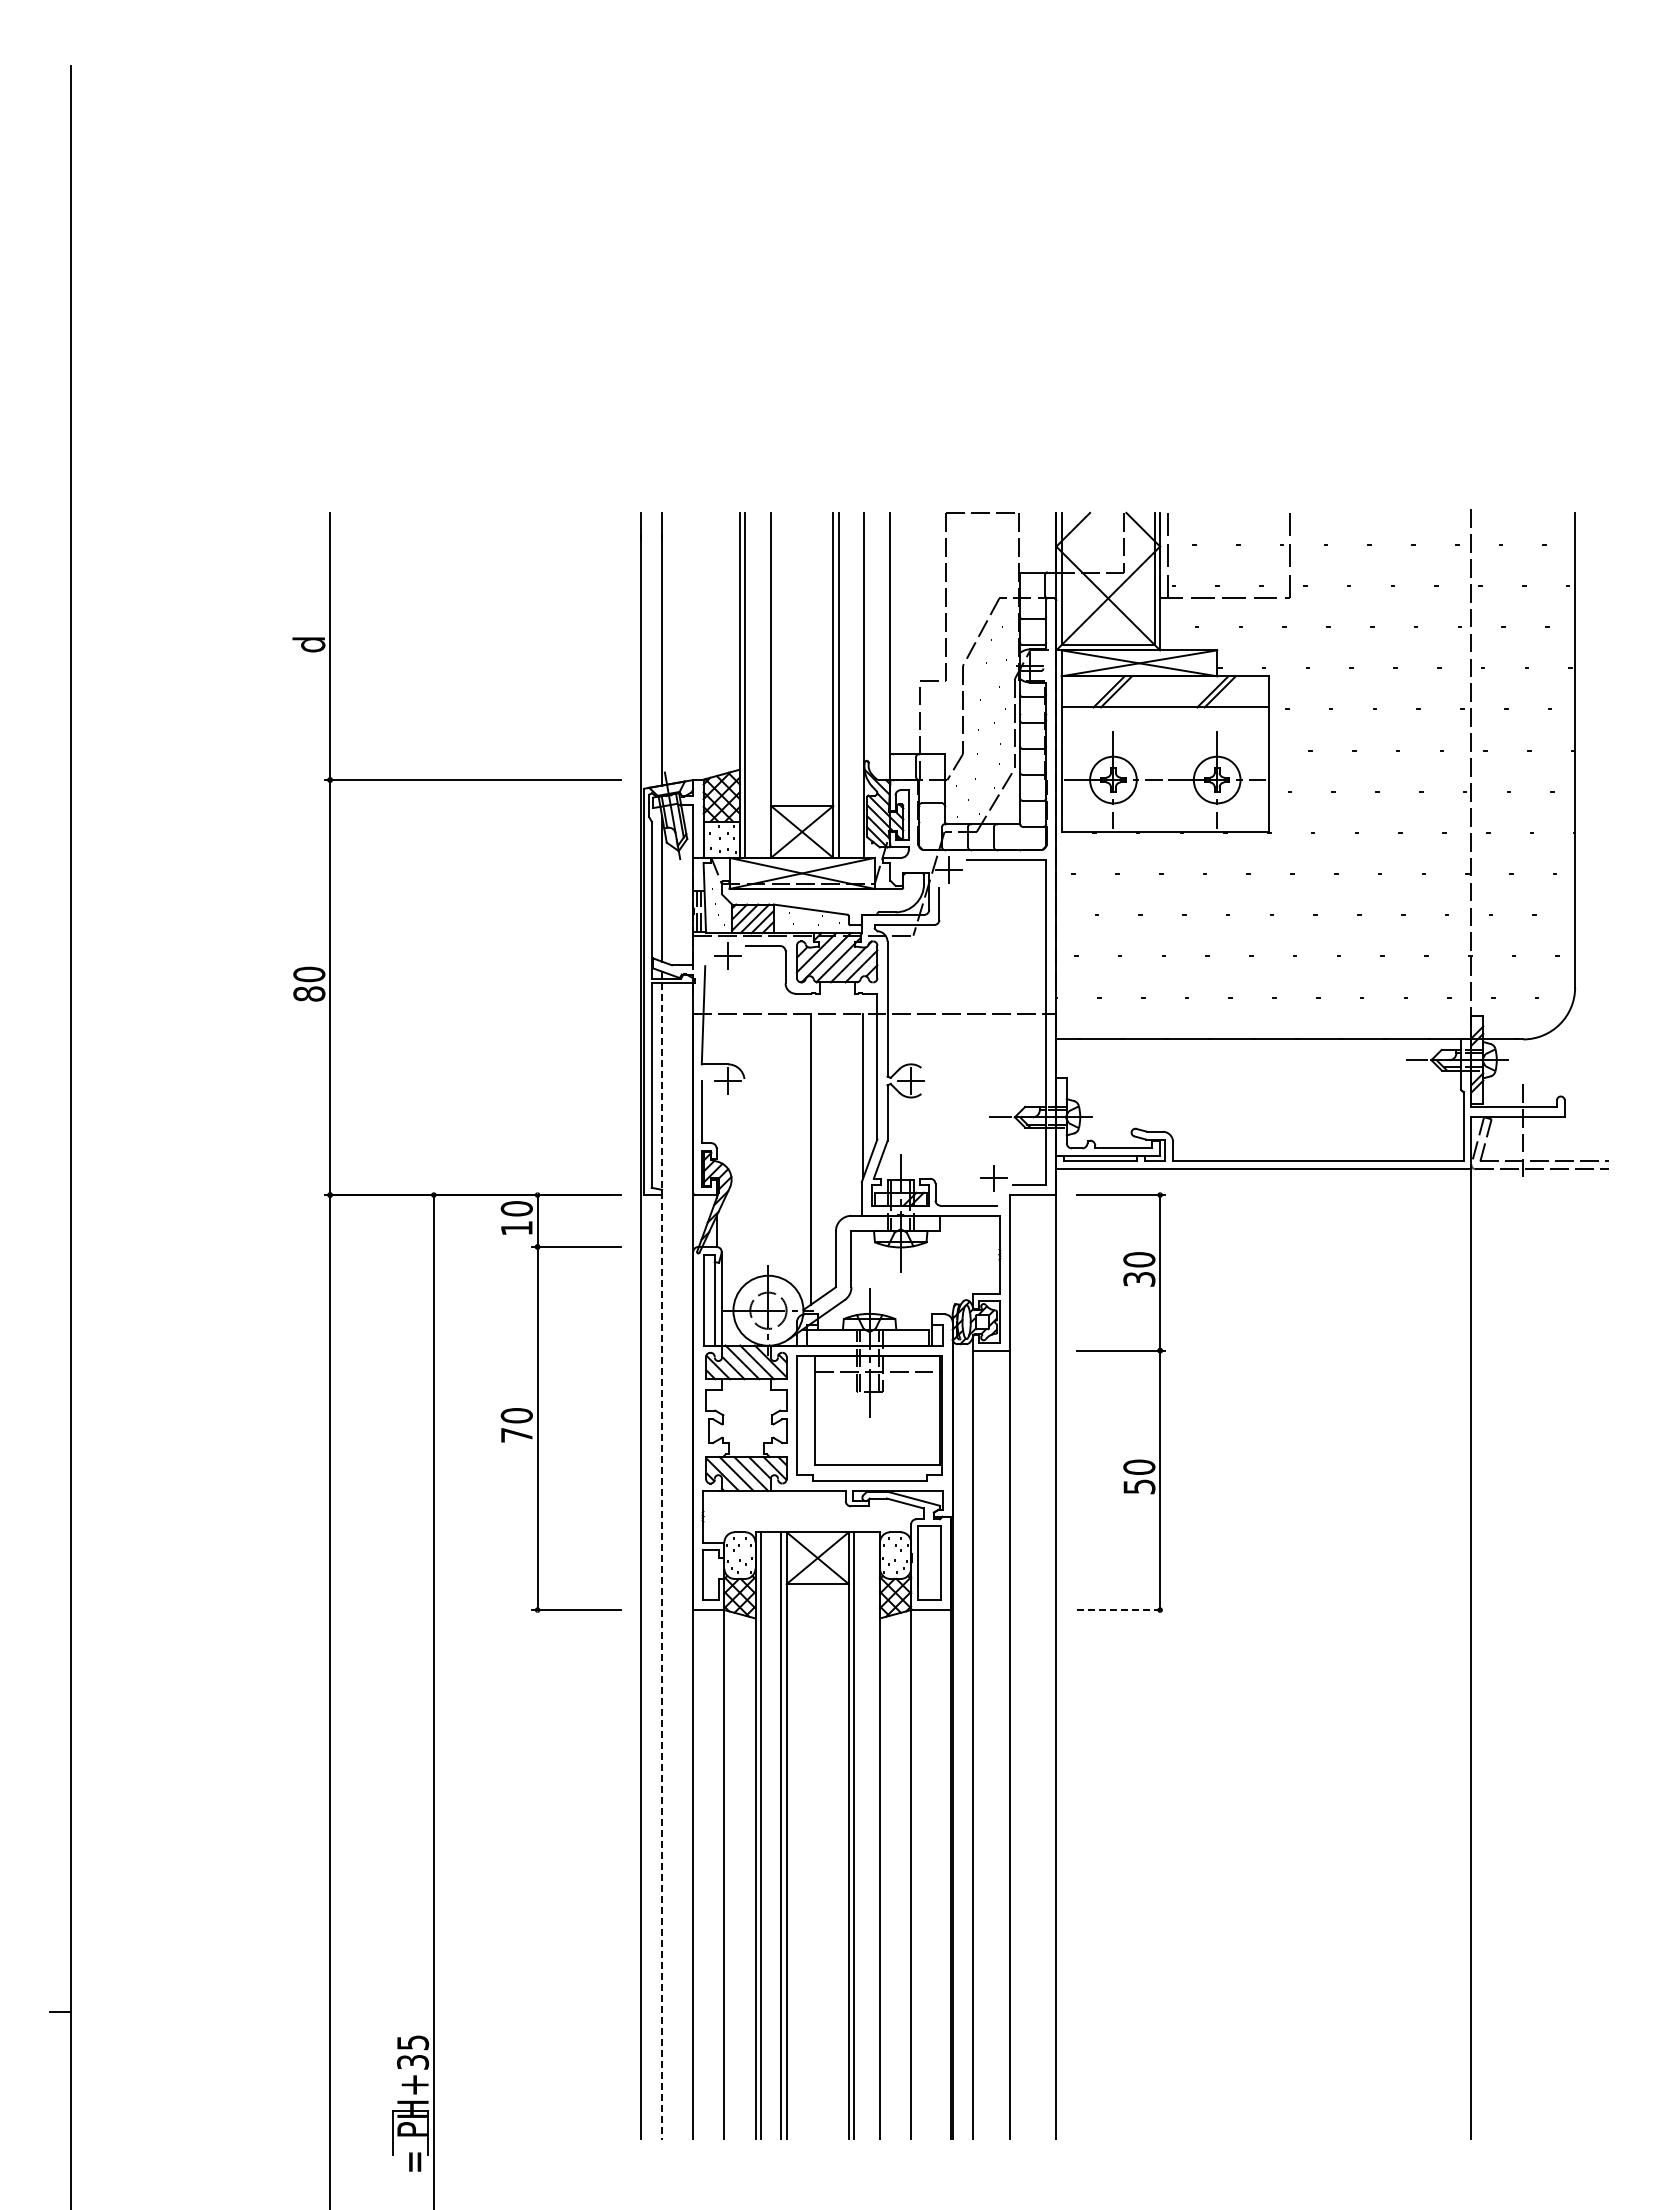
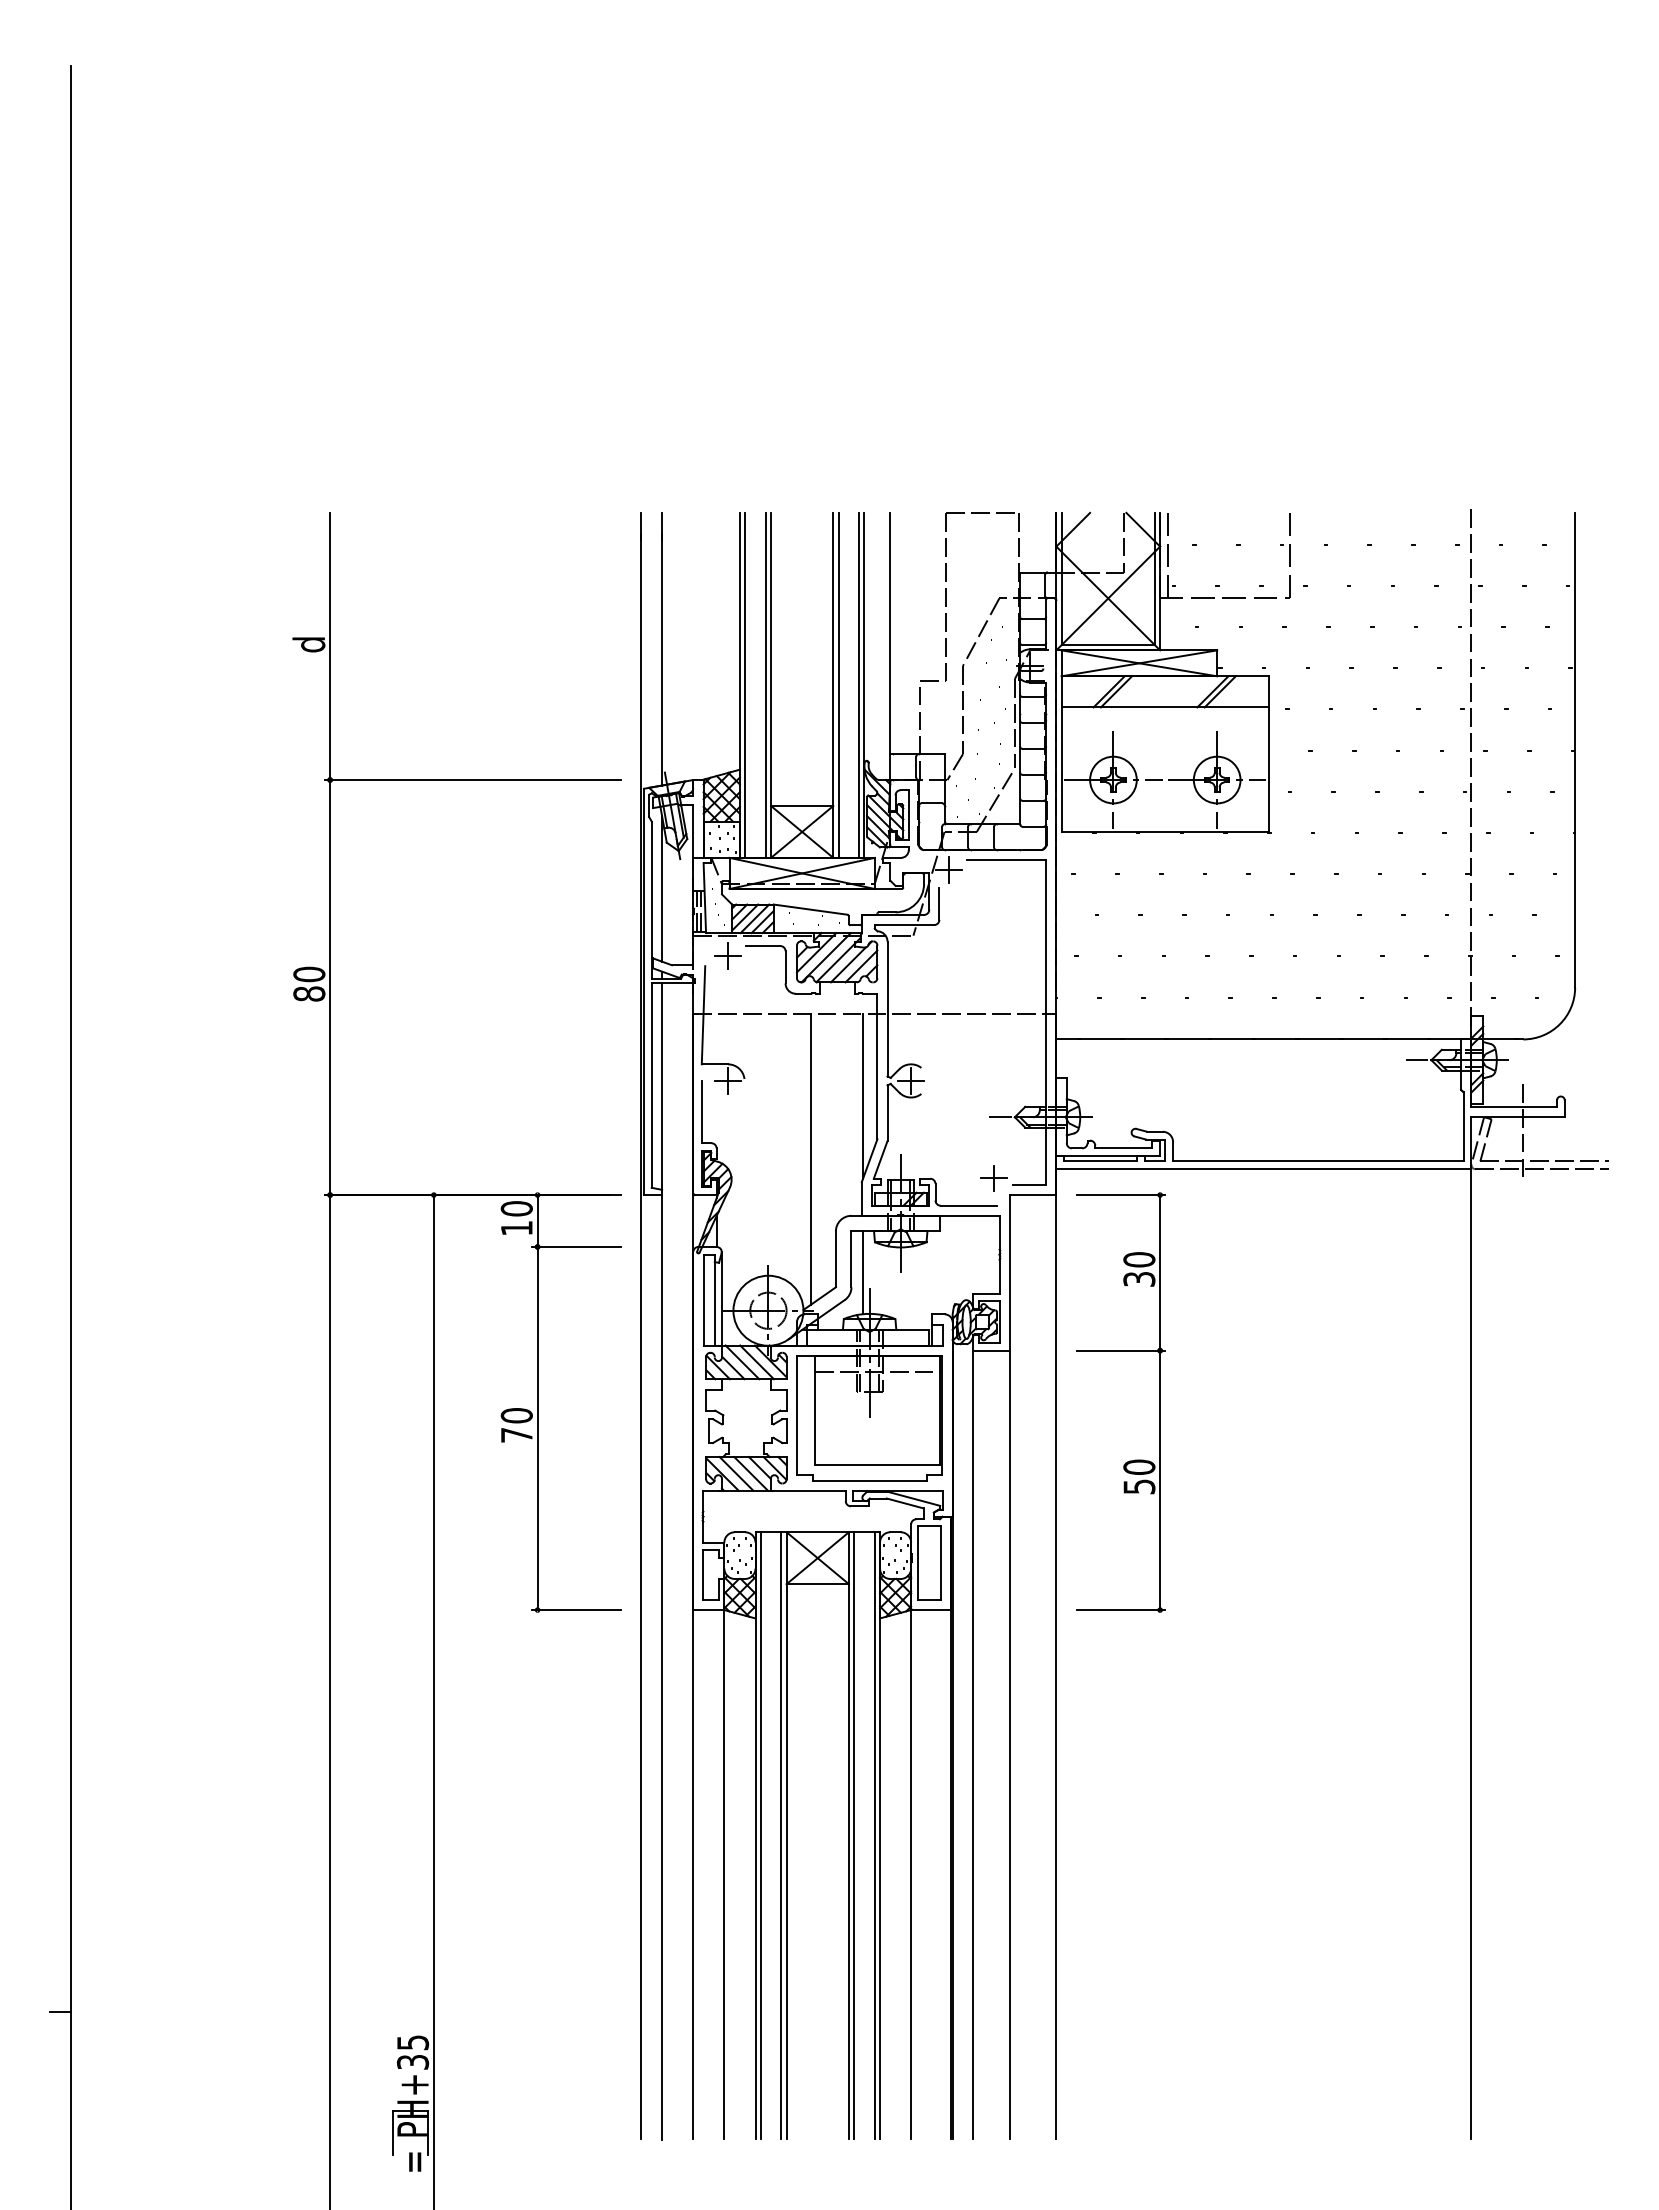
line at (765, 684): none -> present
line at (859, 684): none -> present
line at (863, 1272): none -> present
line at (662, 1562): dashed -> solid
line at (1121, 1610): dashed -> solid
line at (874, 1835): none -> present
